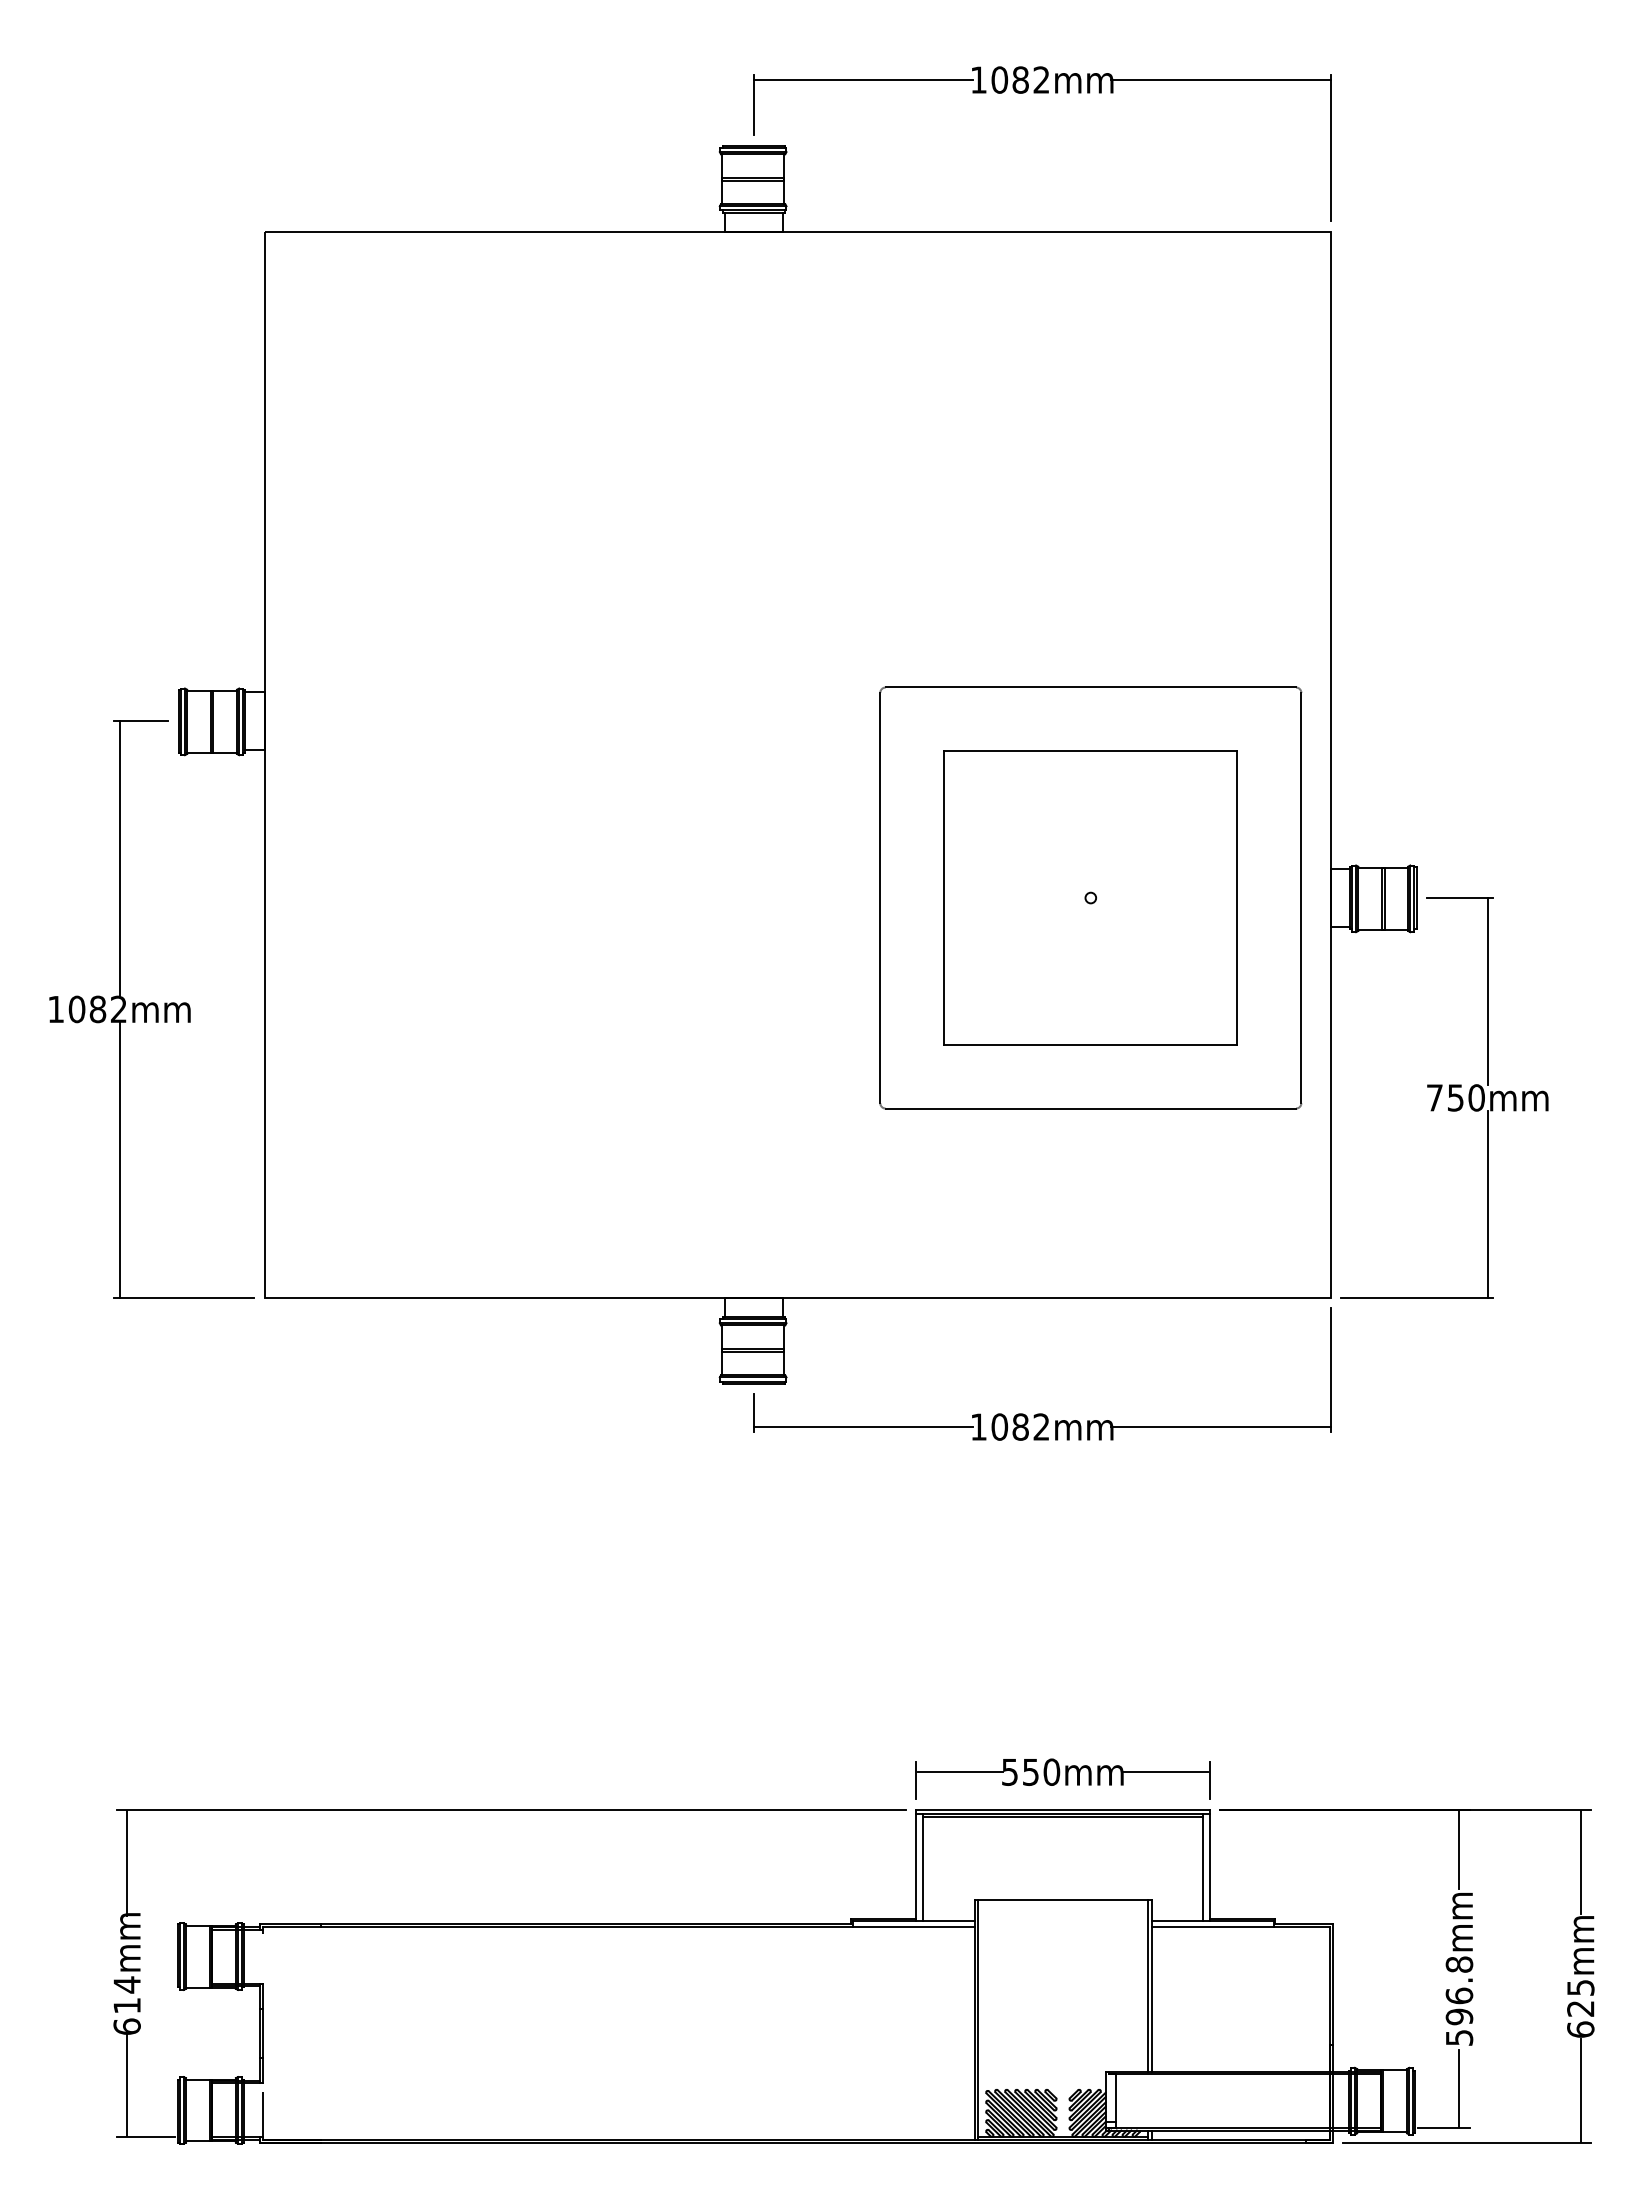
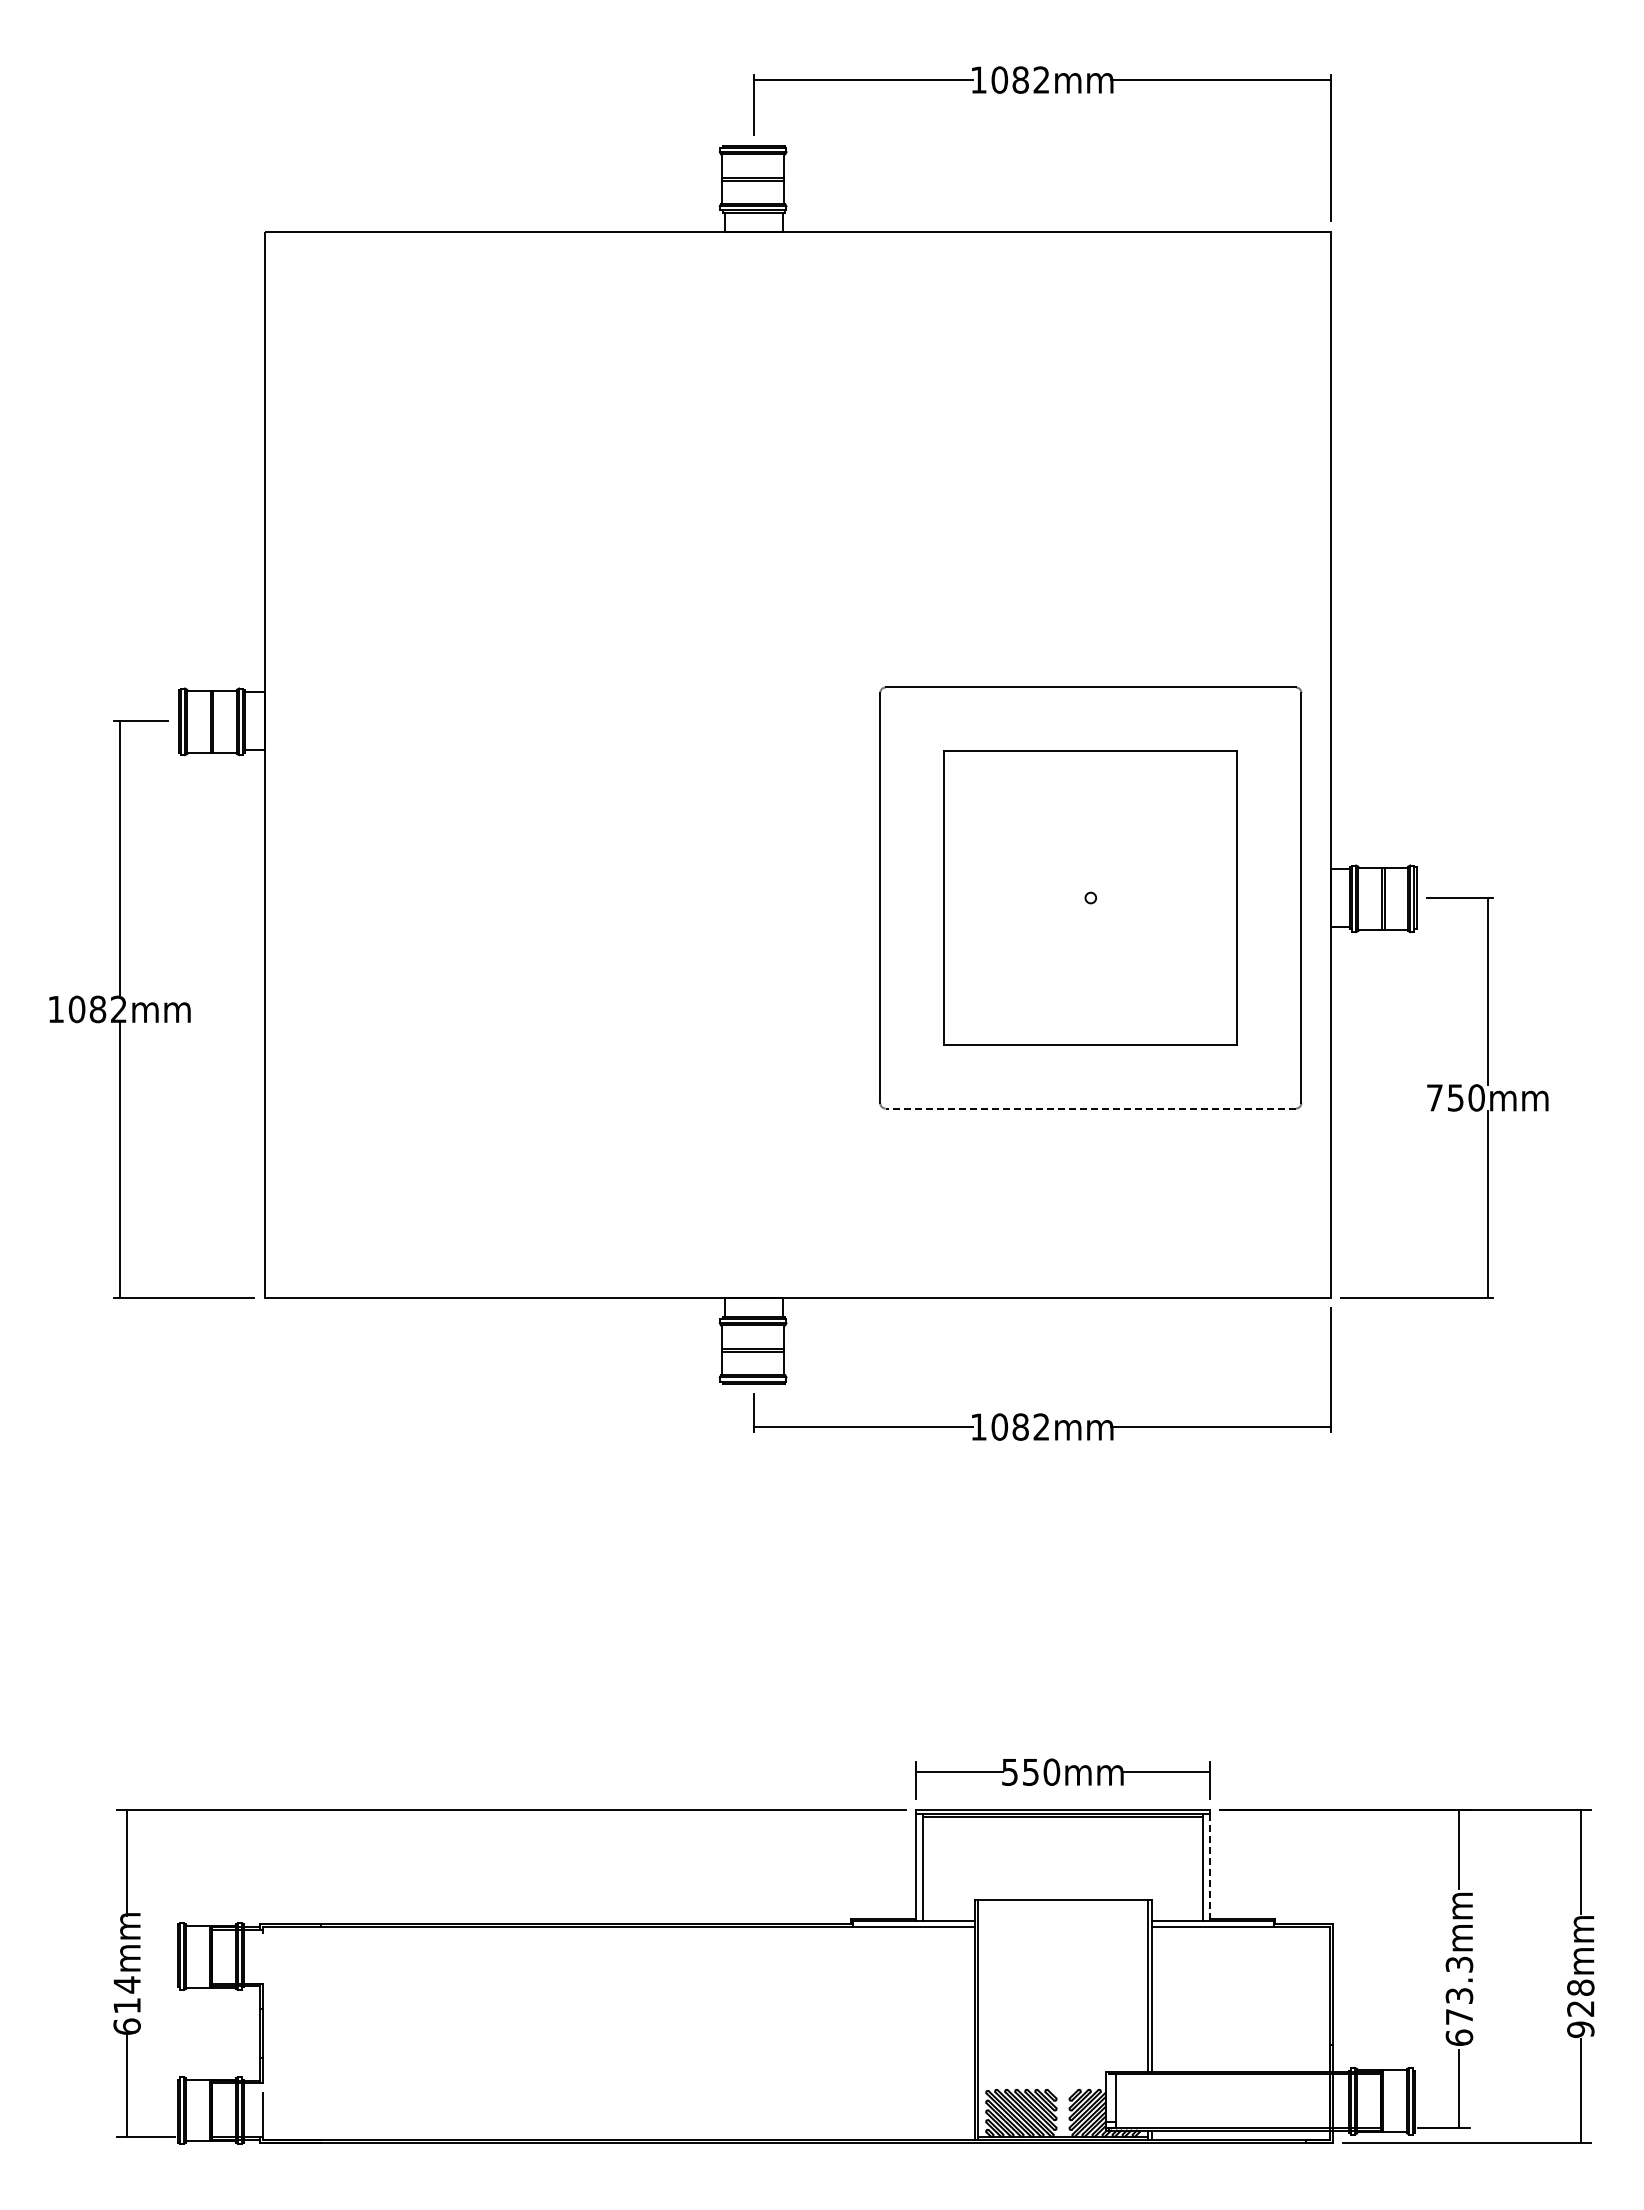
line at (1090, 1108): solid -> dashed
line at (1209, 1867): solid -> dashed
text at (1459, 2000): 596.8mm -> 673.3mm
text at (1580, 2008): 625mm -> 928mm
